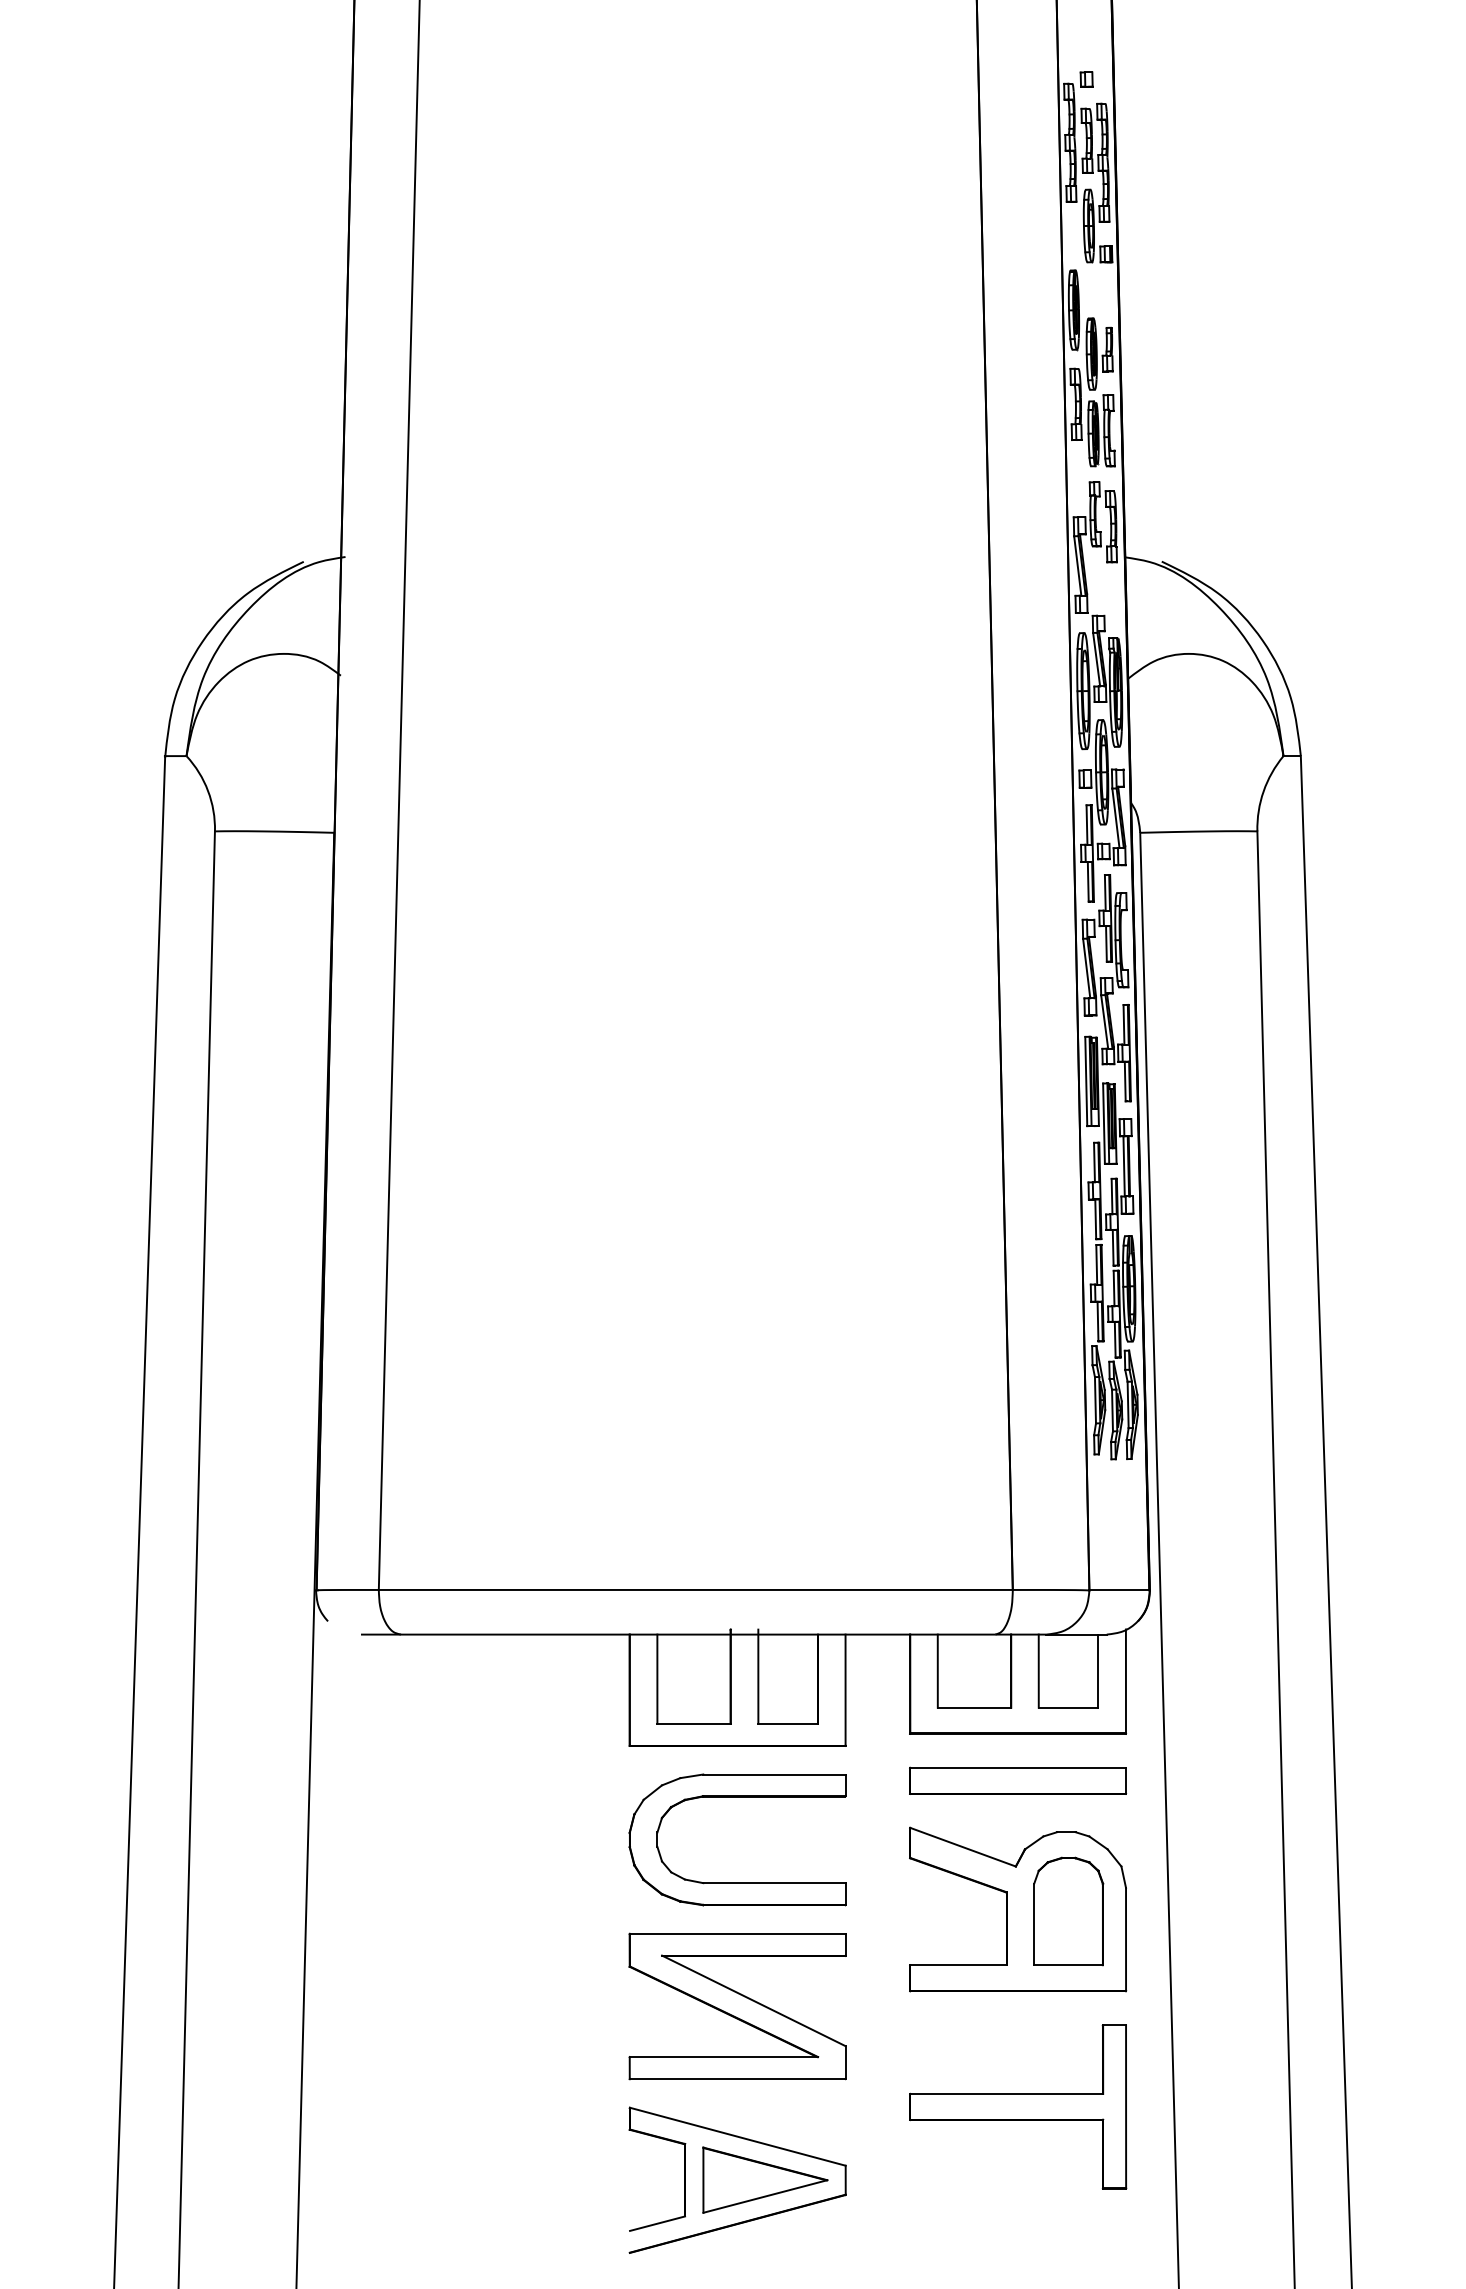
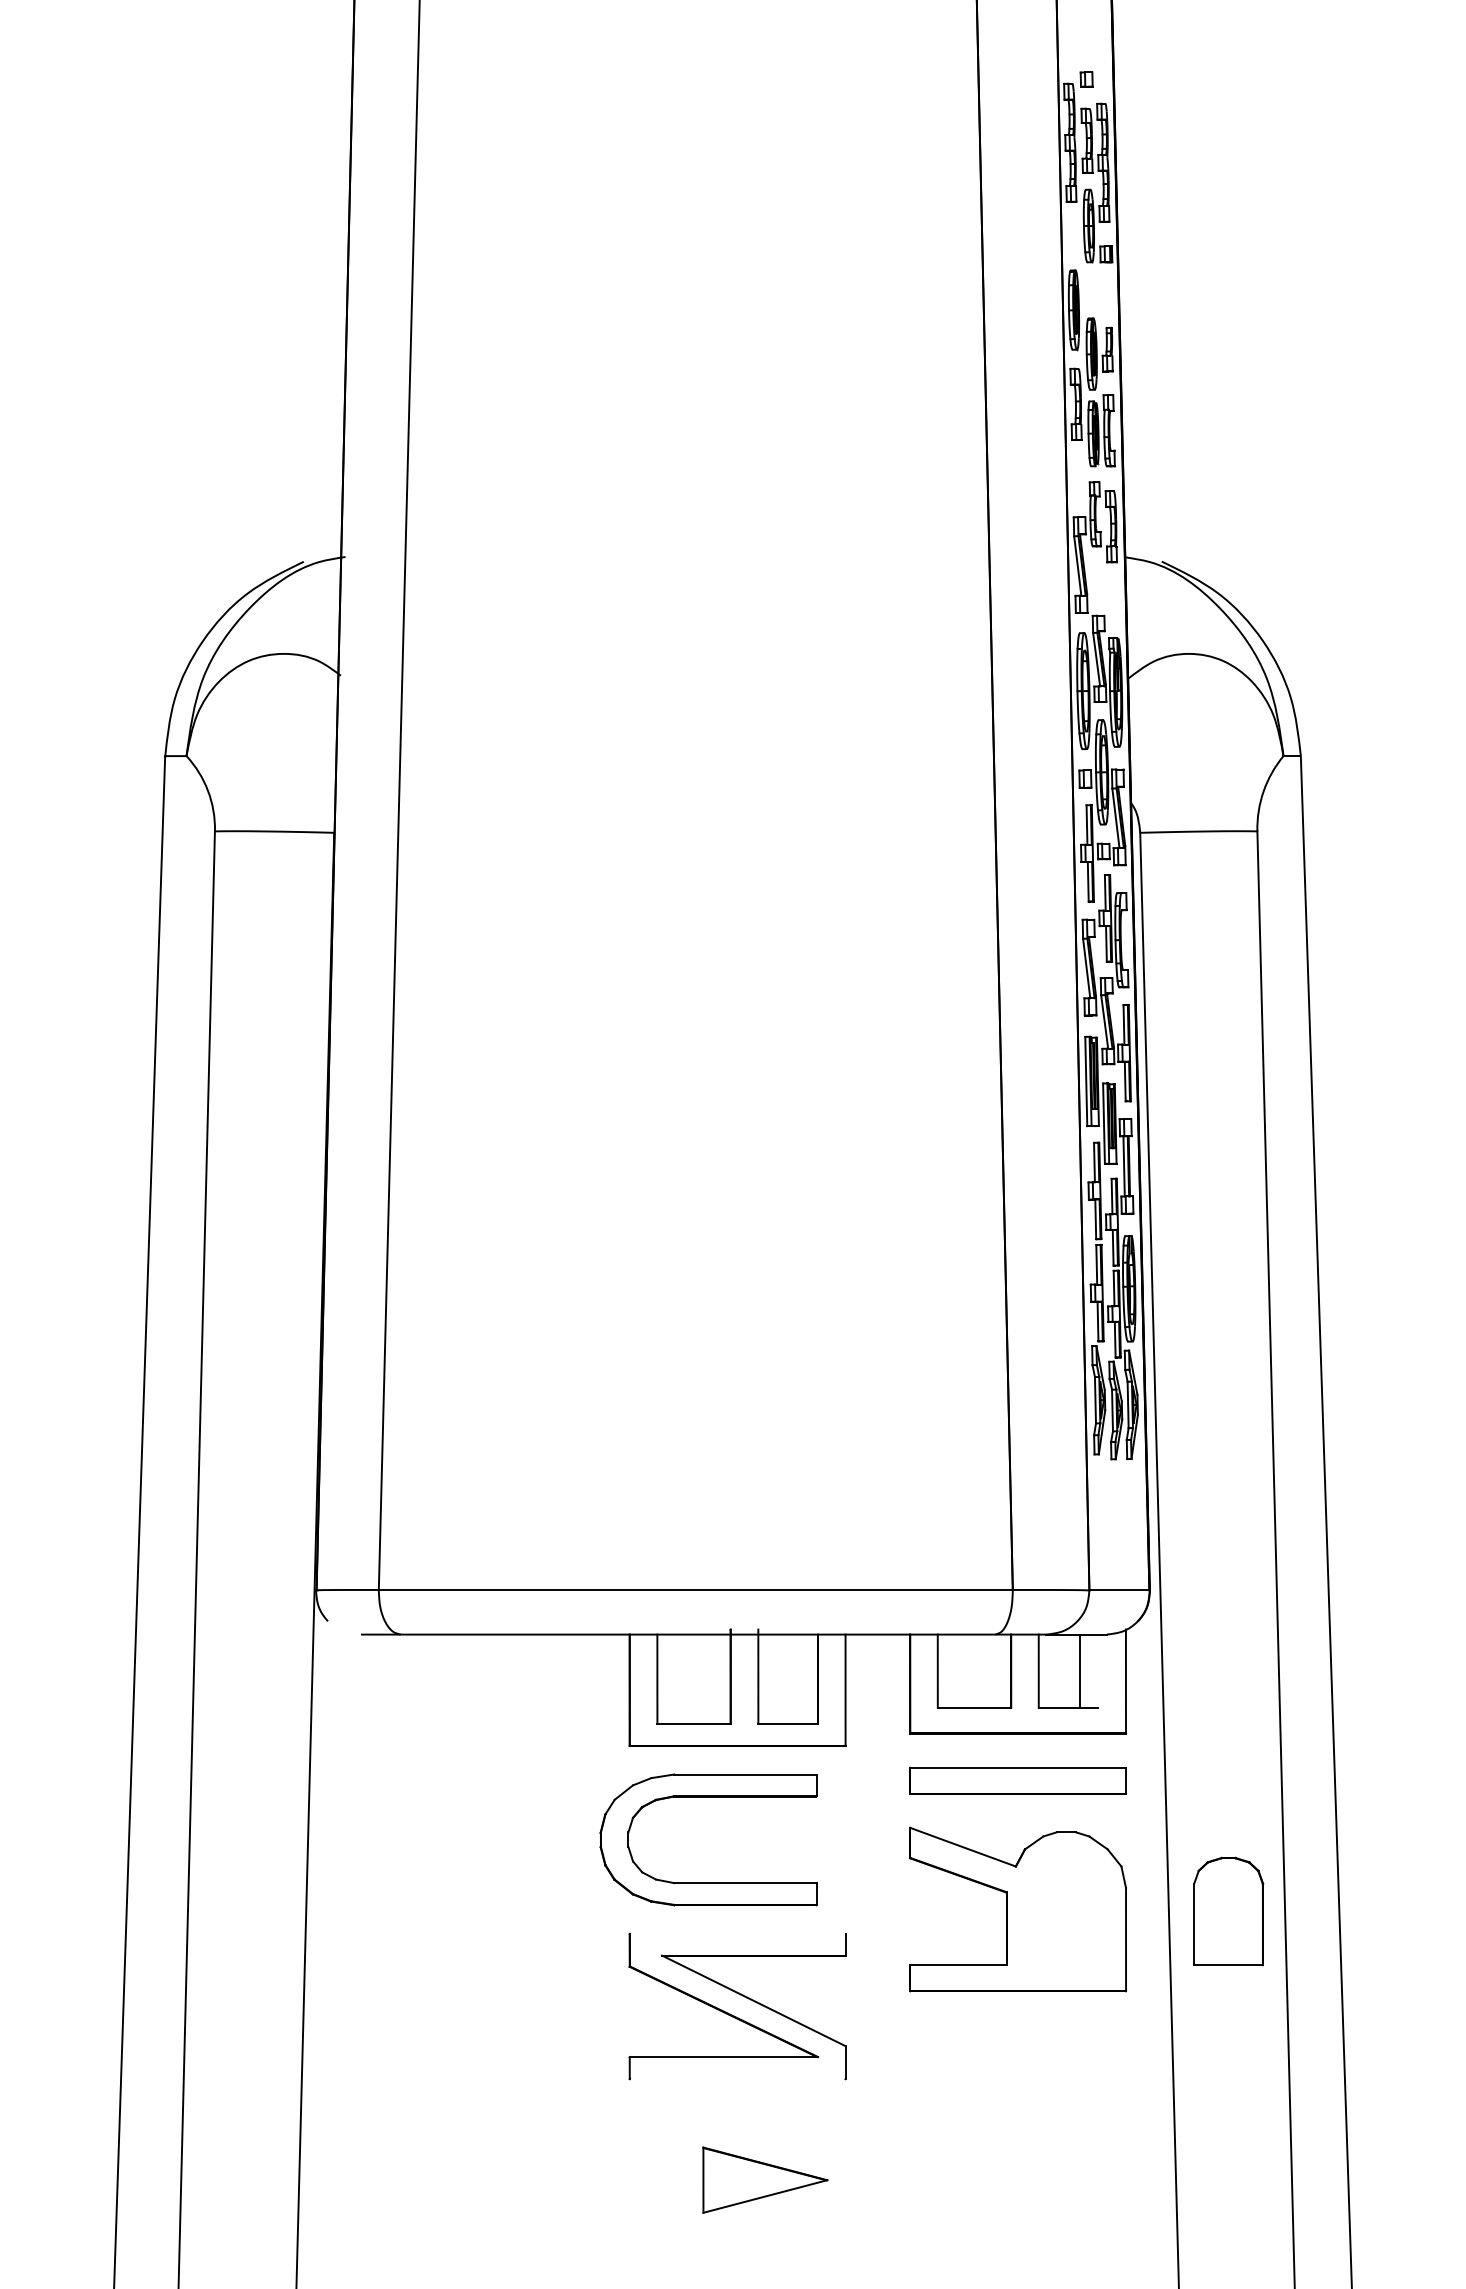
line at (1098, 1670) position: (1098, 1670) -> (1080, 1670)
part at (737, 1797) position: (737, 1797) -> (708, 1797)
part at (1068, 1911) position: (1068, 1911) -> (1228, 1911)
line at (737, 1933): present -> none
line at (737, 2079): present -> none
part at (1018, 2106): present -> none
part at (750, 2141): present -> none
